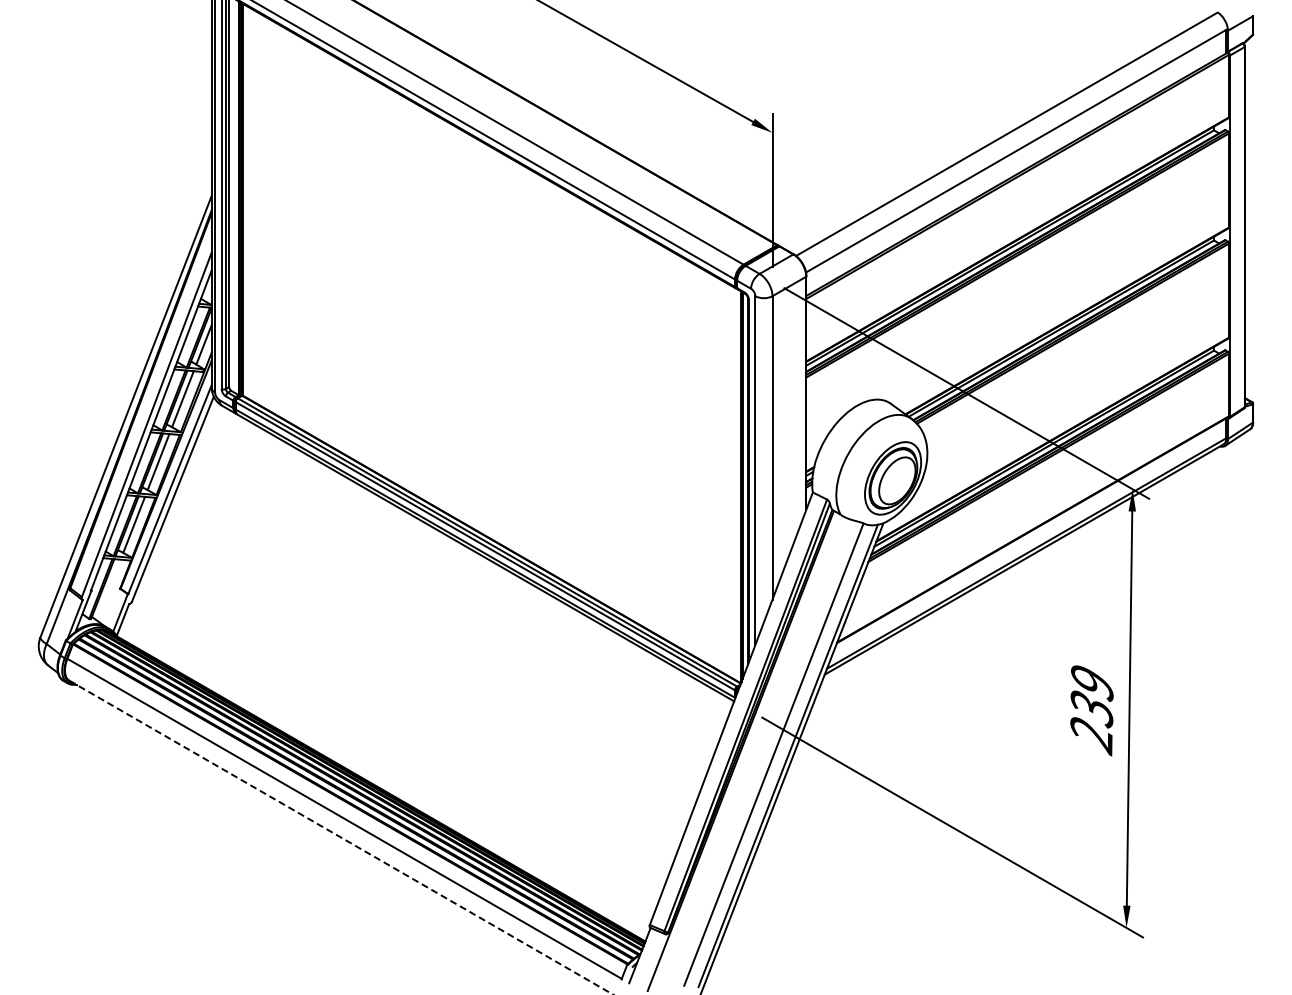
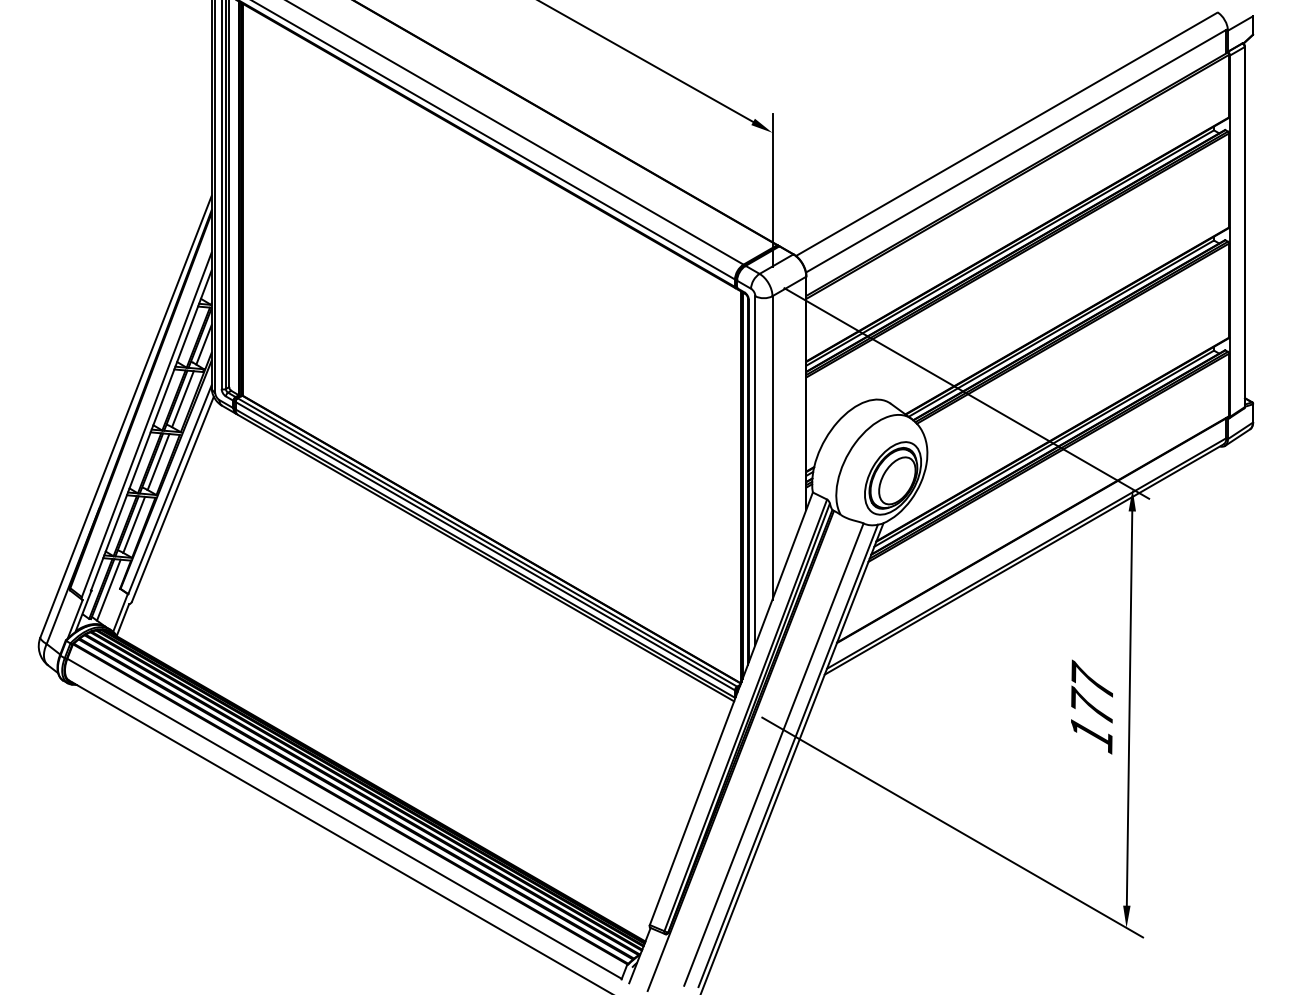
line at (108, 589): none -> present
text at (1091, 707): 239 -> 177
line at (341, 837): dashed -> solid
